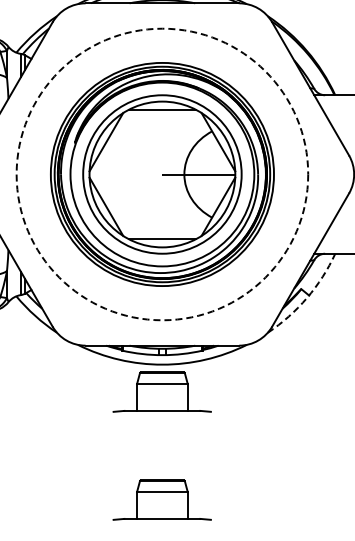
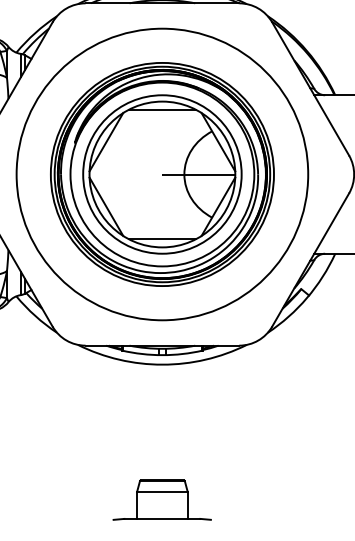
circle at (162, 174): dashed -> solid
arc at (307, 297): dashed -> solid
part at (161, 391): present -> none
